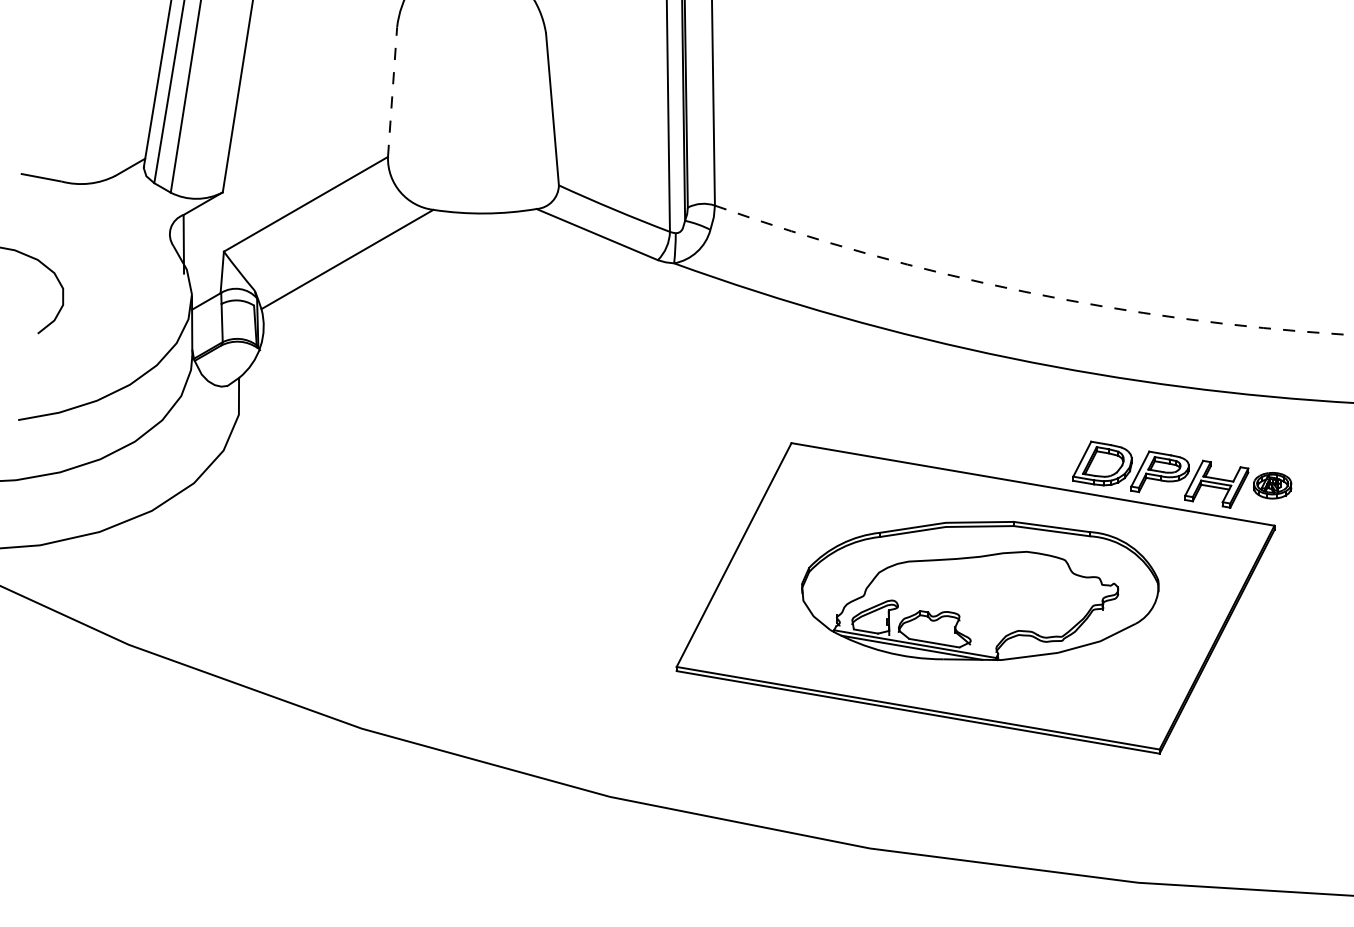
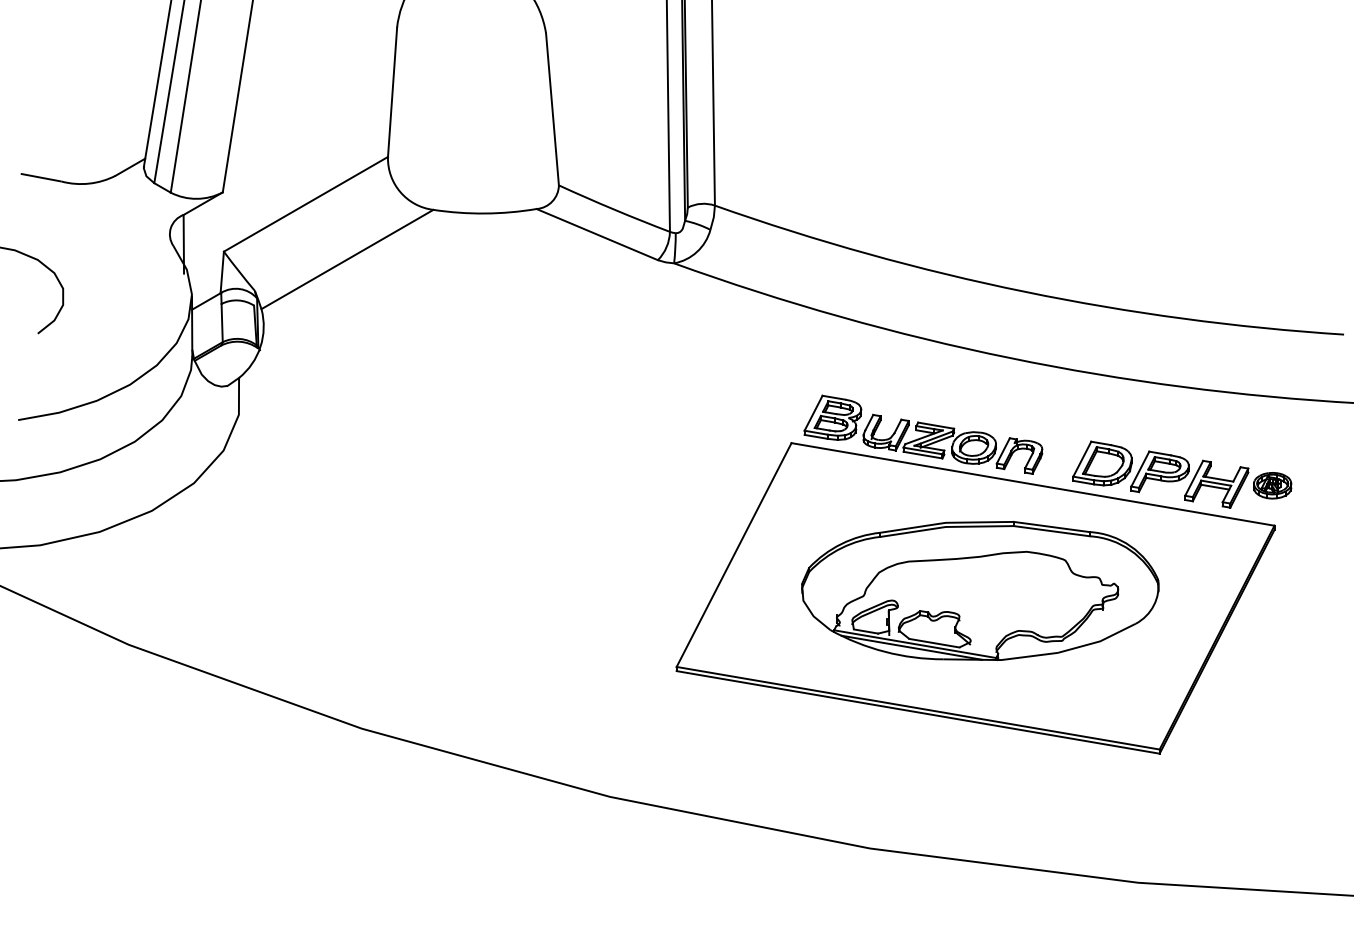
line at (392, 92): dashed -> solid
arc at (1025, 291): dashed -> solid
part at (923, 434): none -> present
